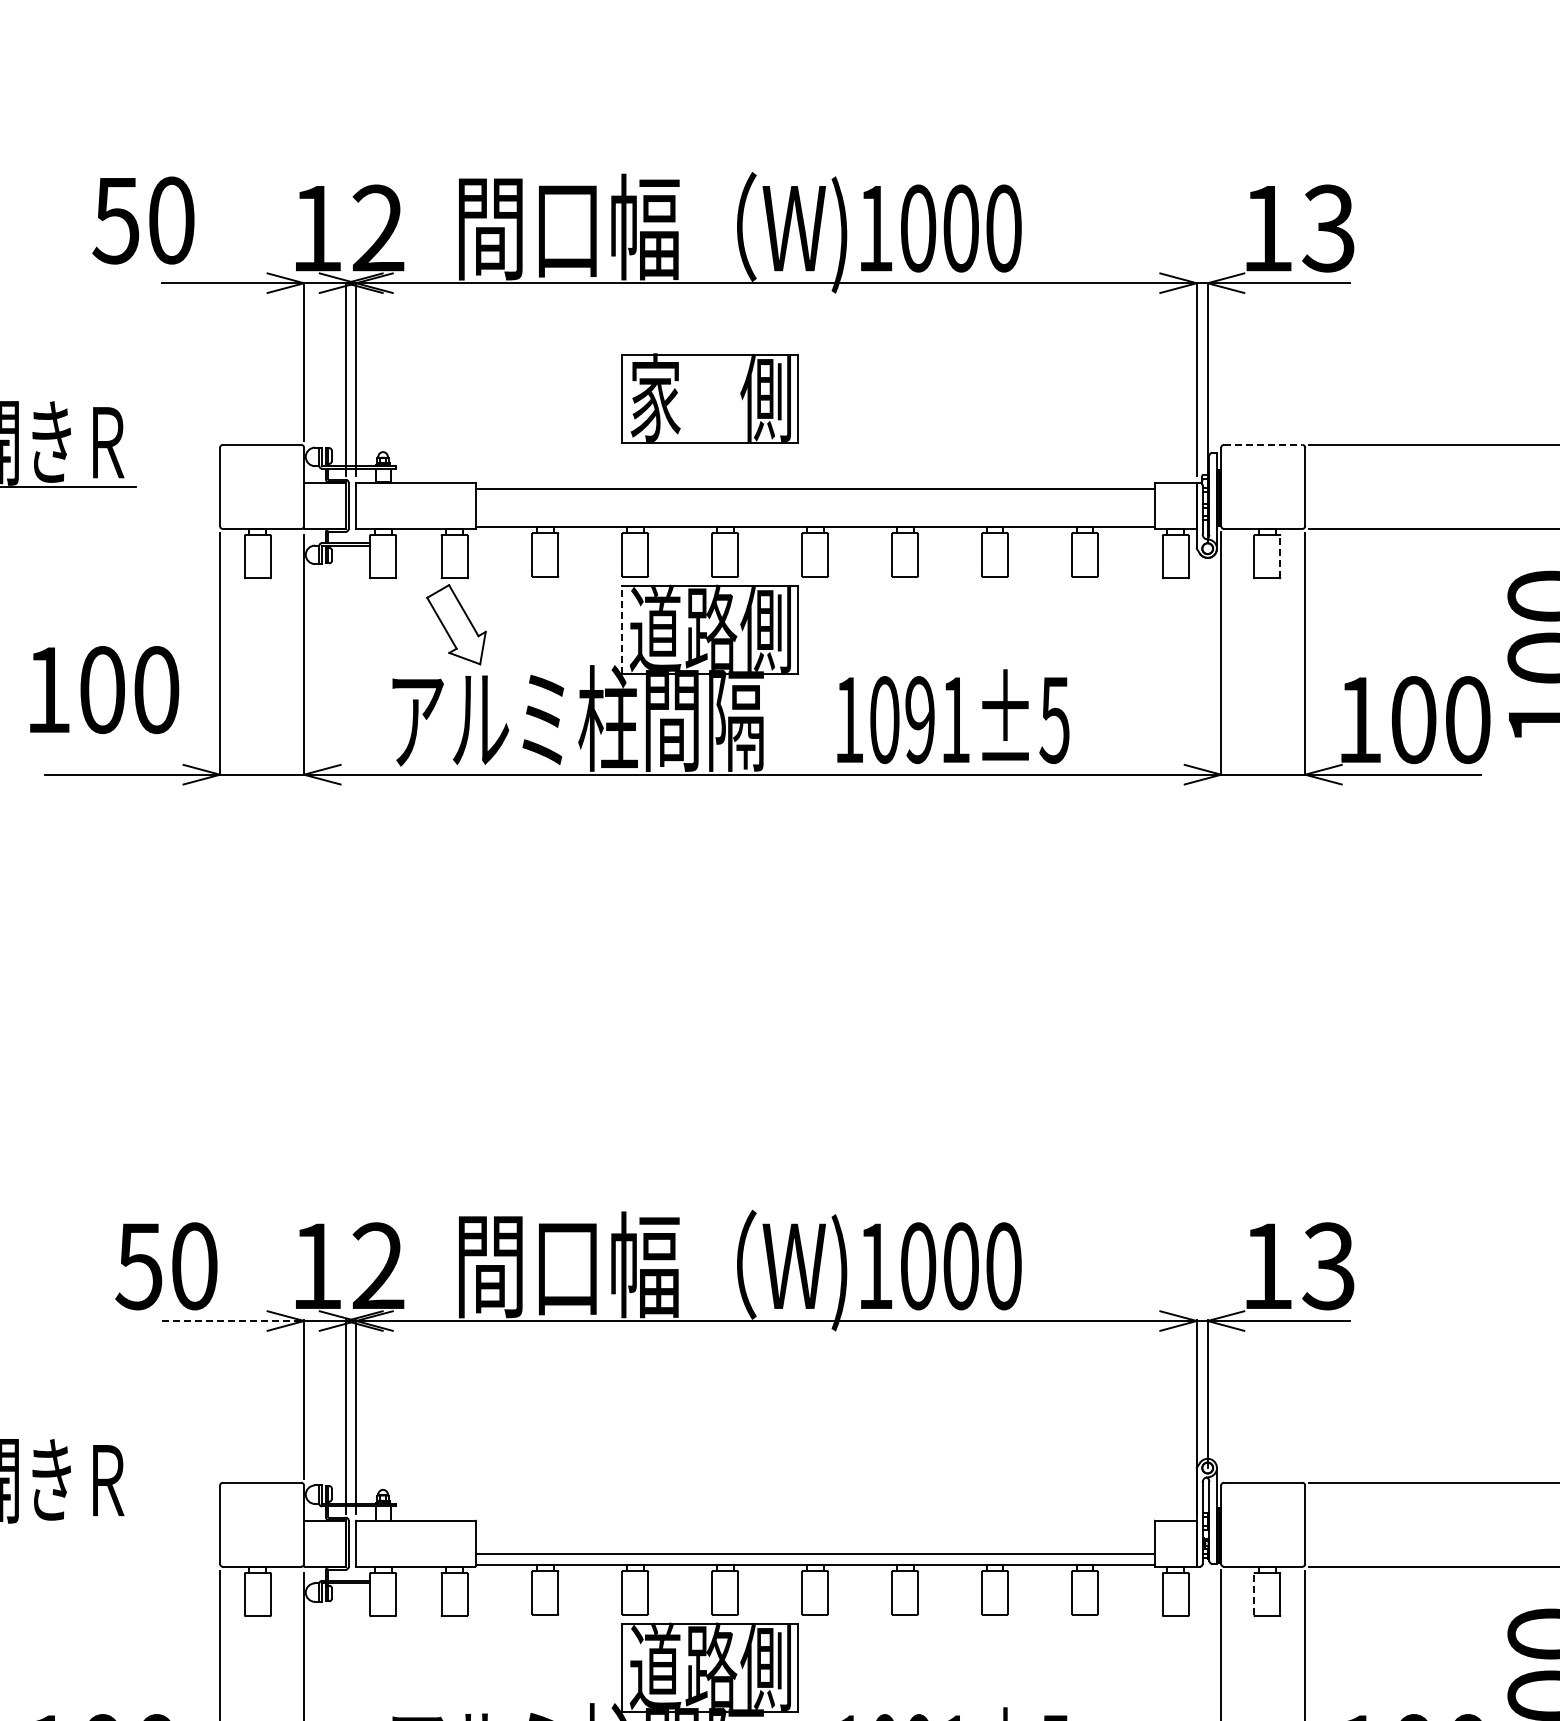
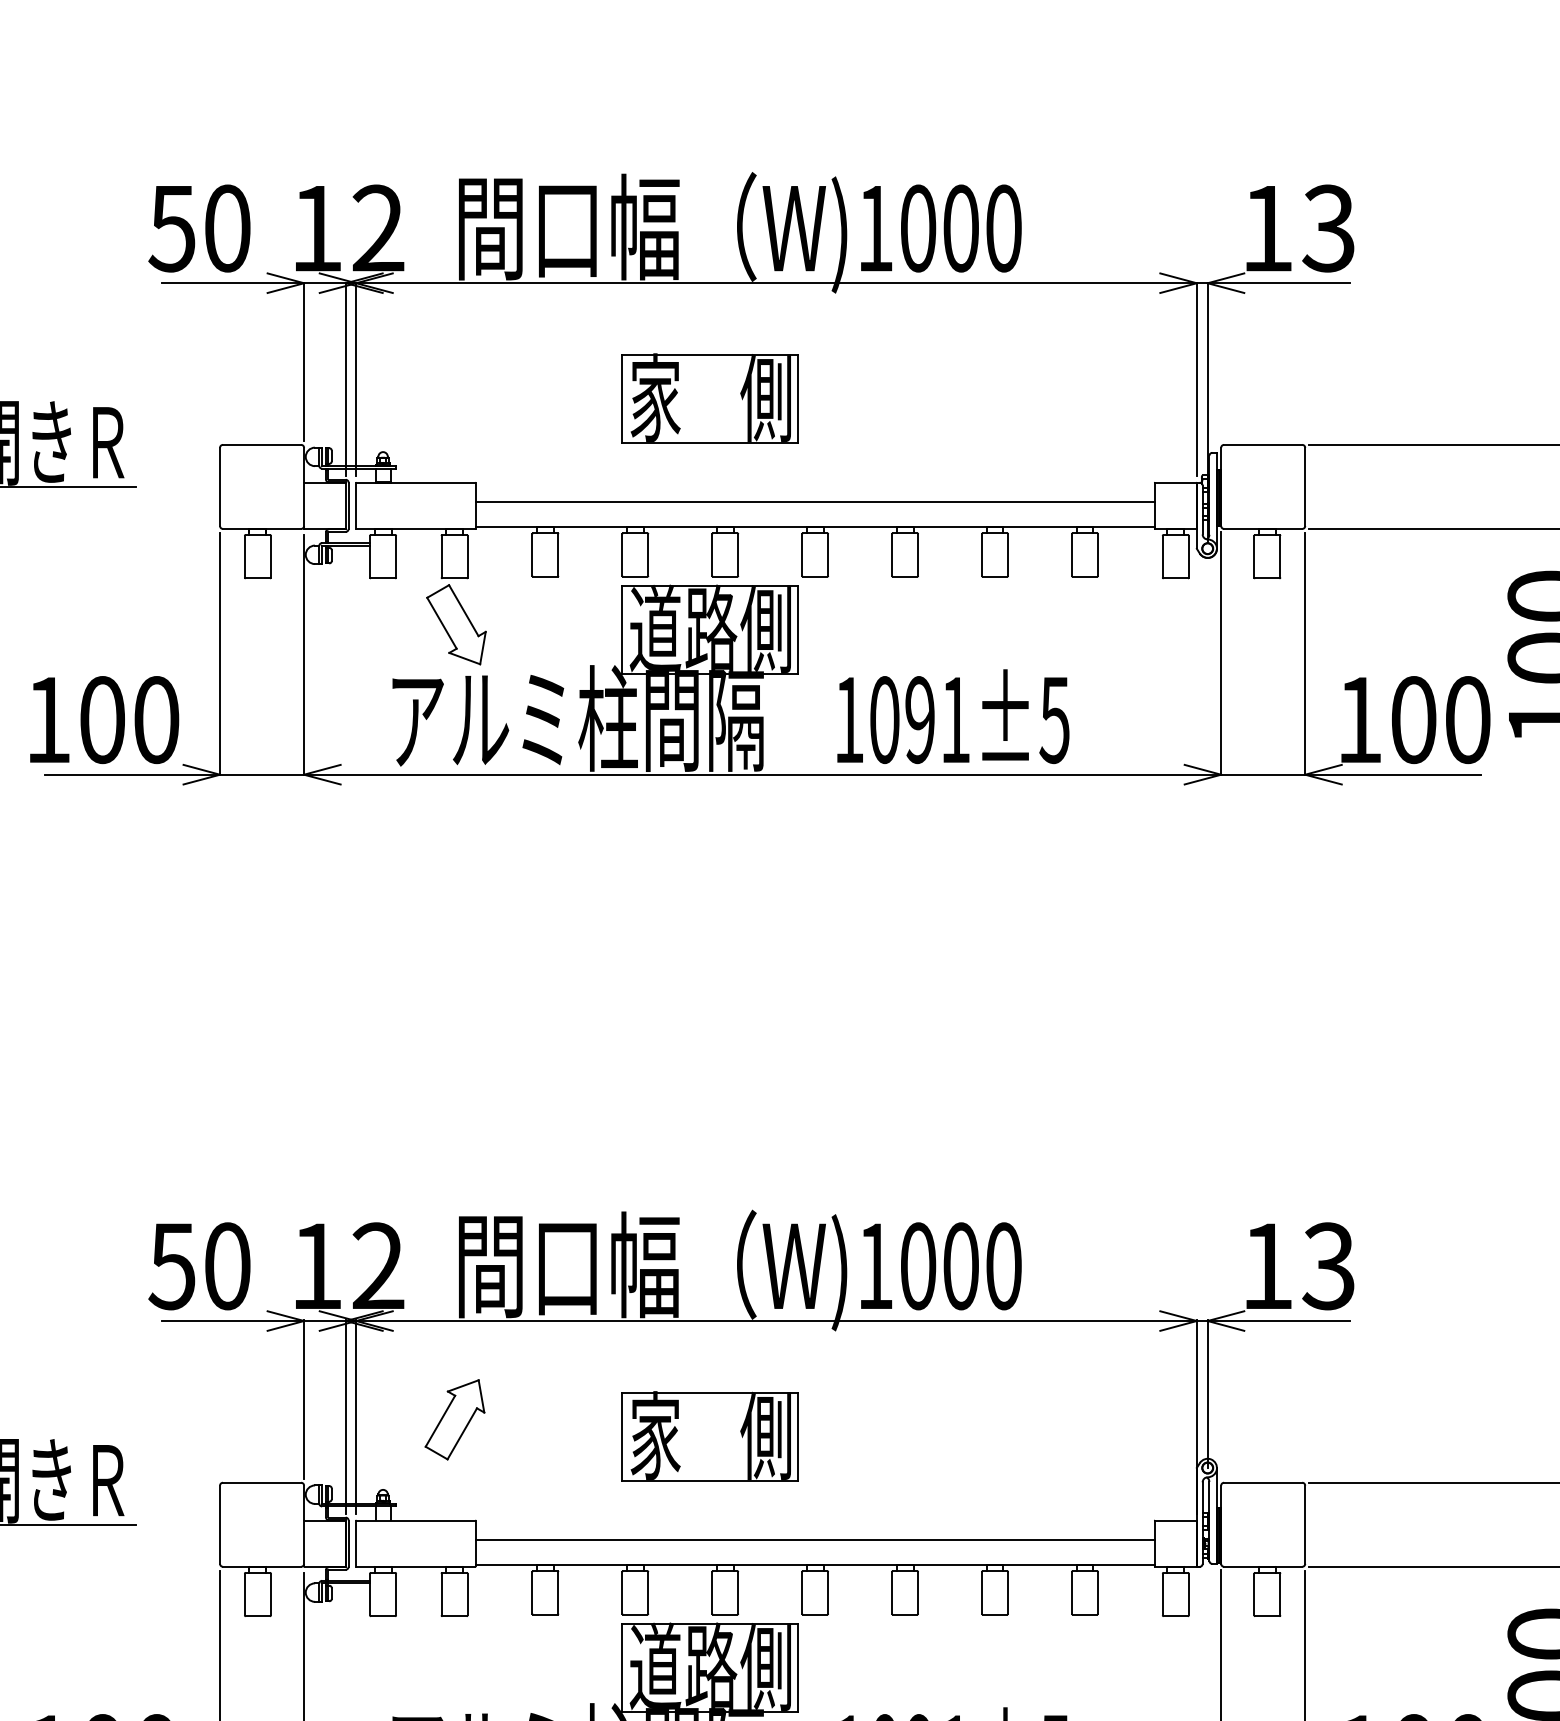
text at (143, 220) position: (143, 220) -> (199, 228)
line at (1263, 444): dashed -> solid
line at (814, 489) position: (814, 489) -> (814, 502)
line at (1280, 556): dashed -> solid
line at (621, 629): dashed -> solid
text at (104, 690) position: (104, 690) -> (104, 720)
text at (166, 1266) position: (166, 1266) -> (199, 1266)
line at (233, 1321): dashed -> solid
part at (454, 1419): none -> present
part at (709, 1436): none -> present
line at (68, 1524): none -> present
line at (814, 1553) position: (814, 1553) -> (814, 1539)
line at (1254, 1594): dashed -> solid
